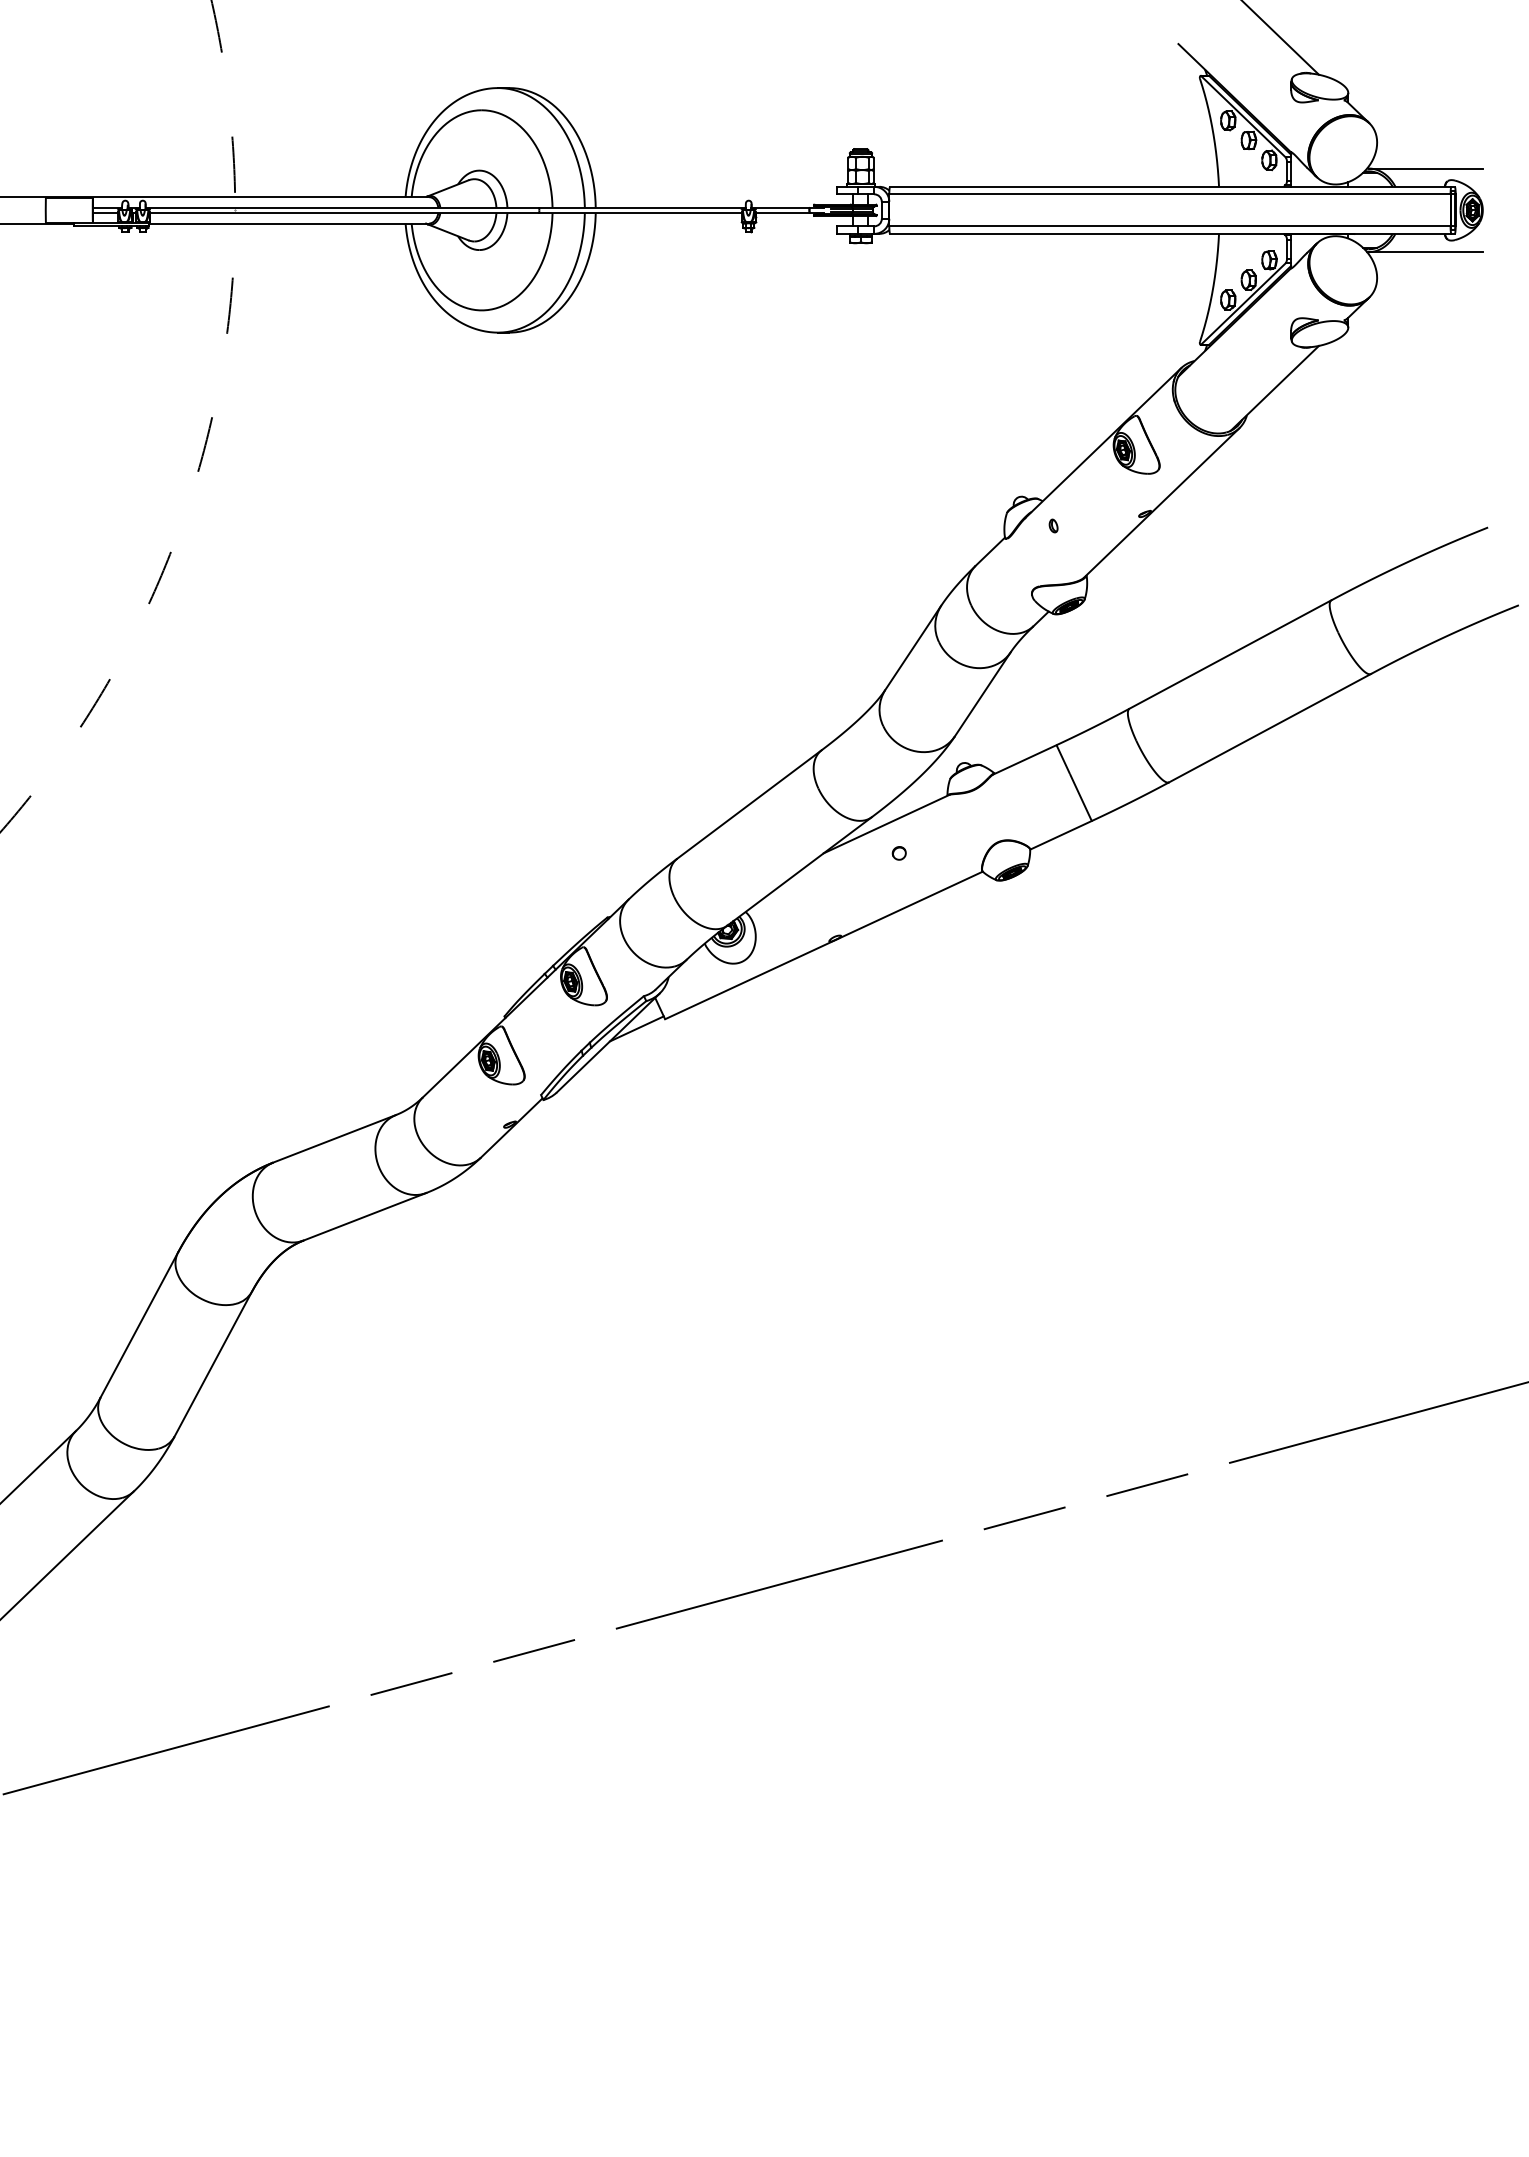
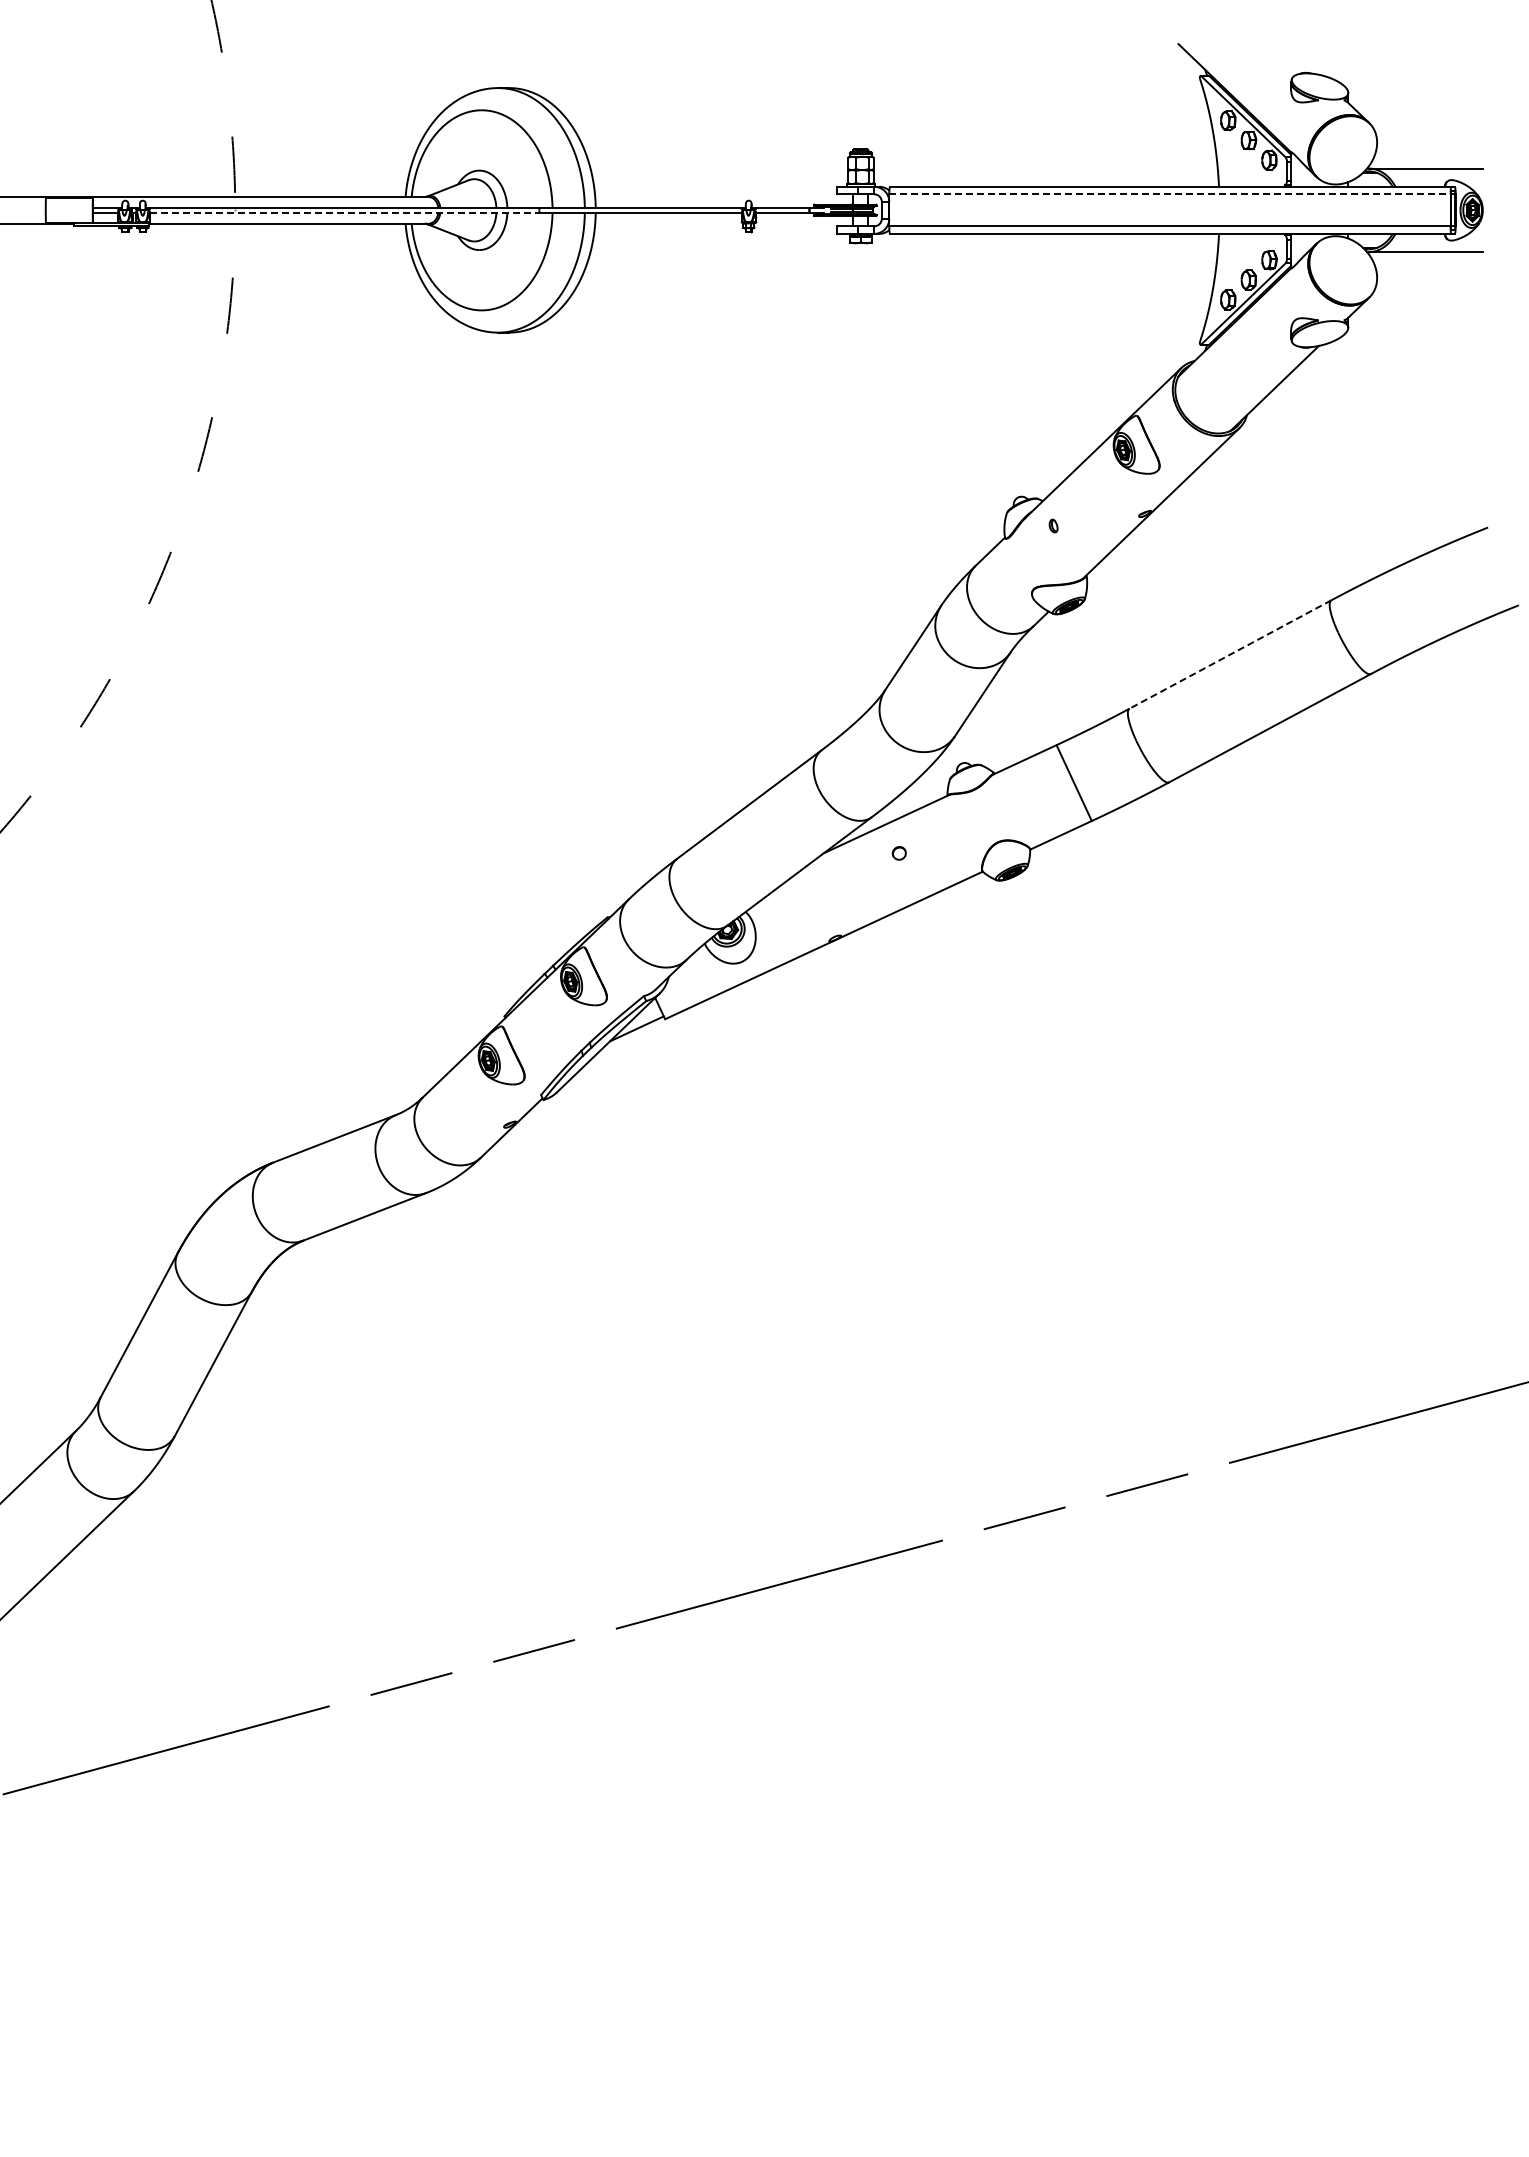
line at (1280, 38): present -> none
line at (1169, 194): solid -> dashed
line at (344, 213): solid -> dashed
line at (1230, 654): solid -> dashed
